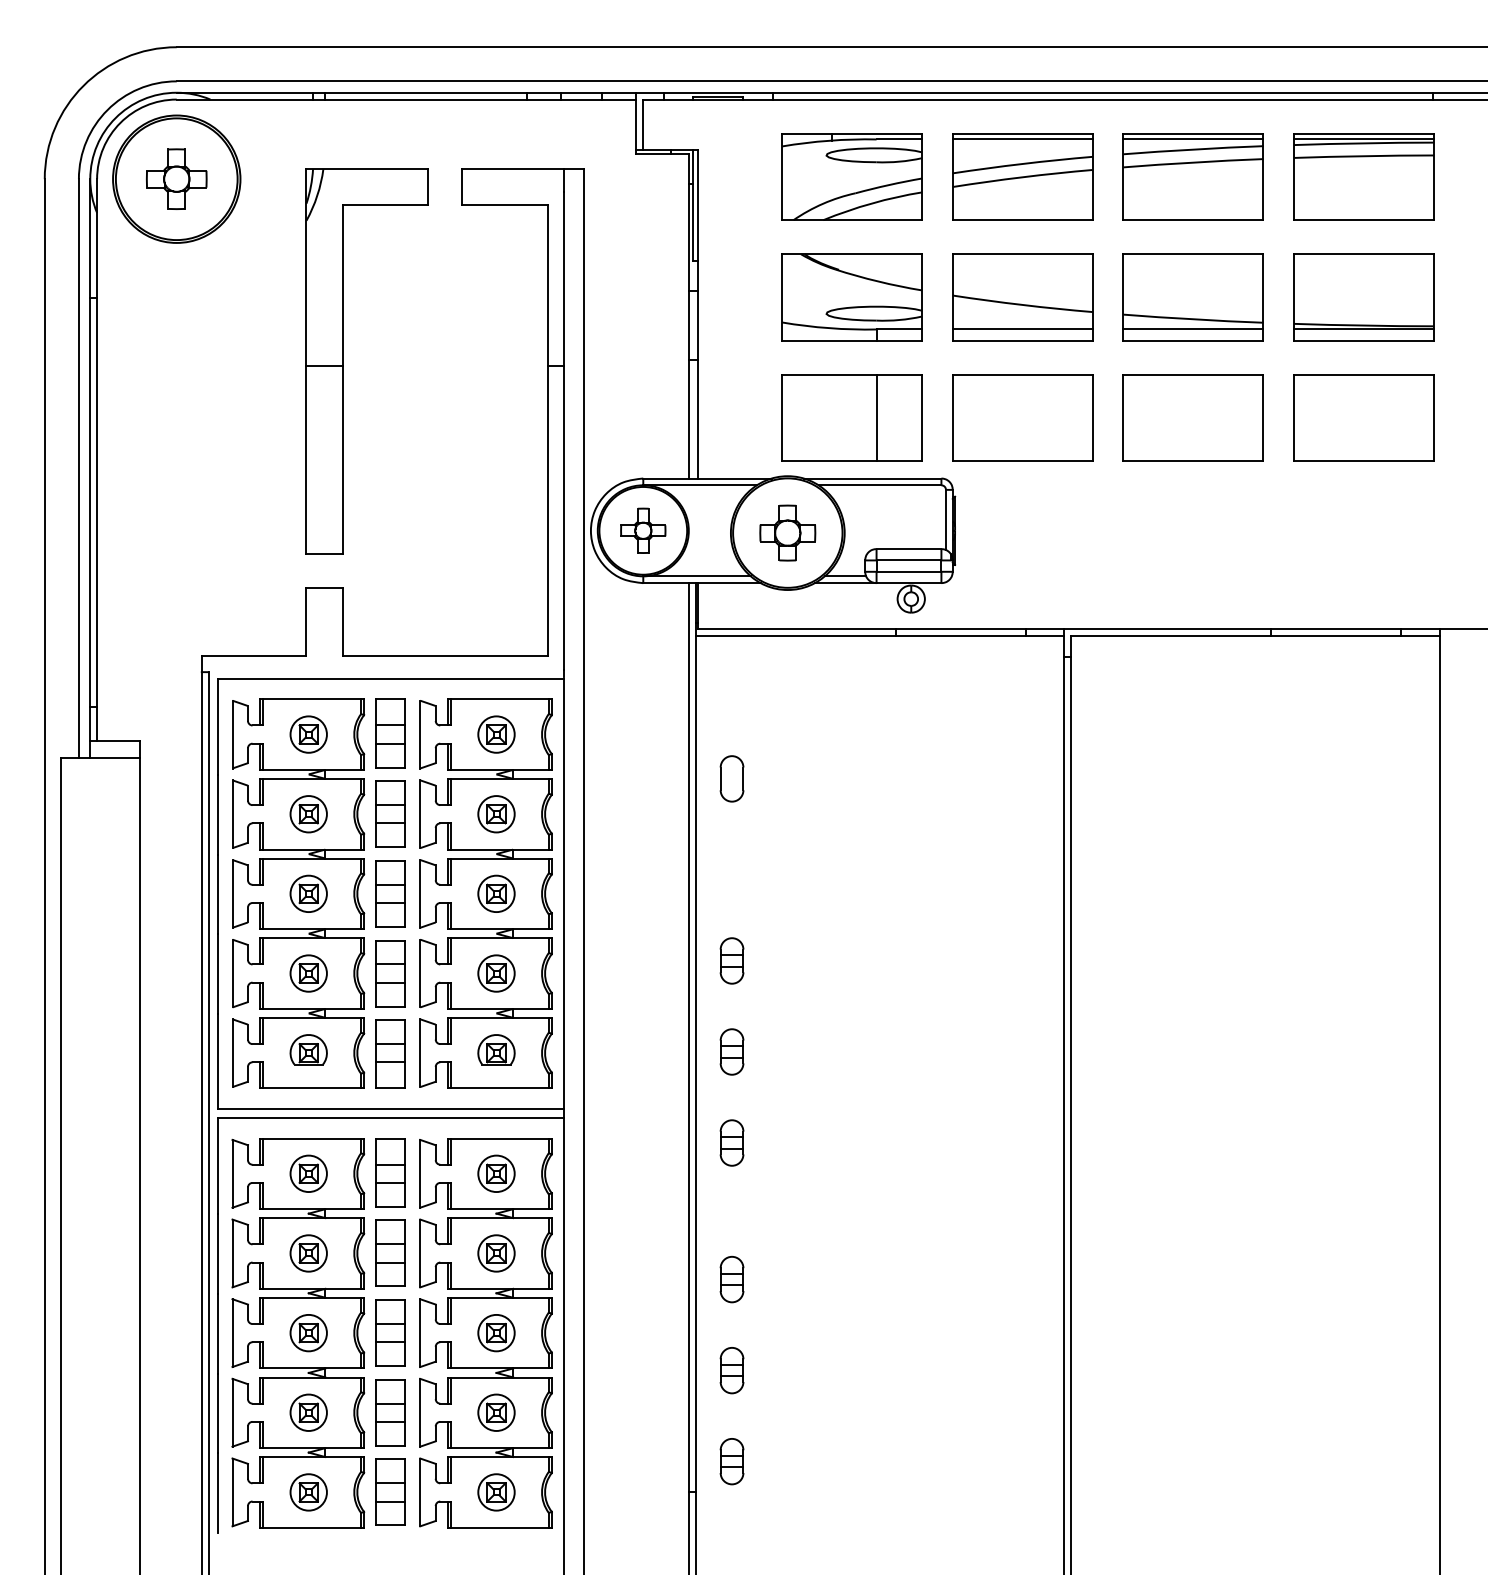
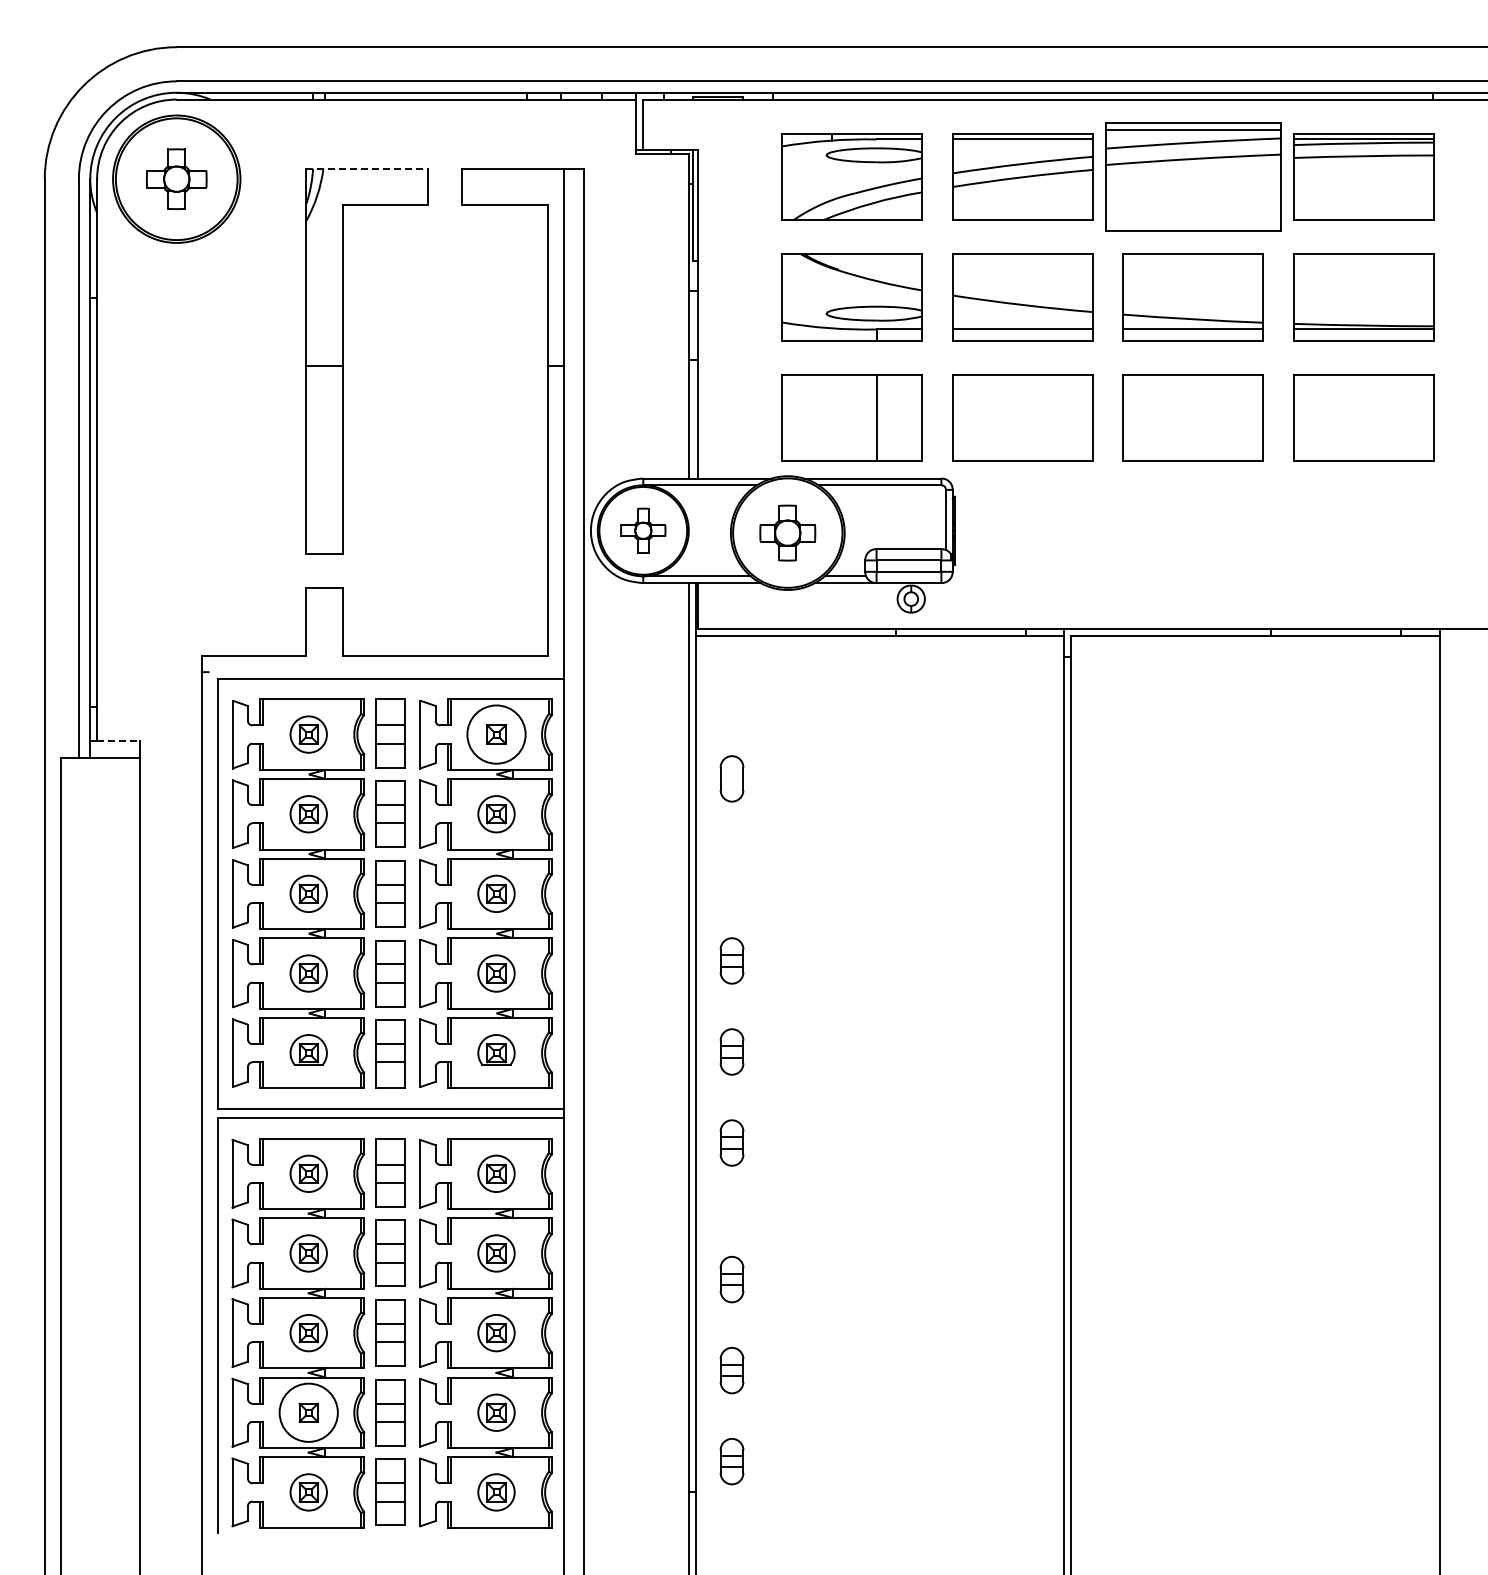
line at (367, 169): solid -> dashed
part at (1192, 176) size: 142x88 px -> 177x110 px
circle at (496, 734) diameter: 36 px -> 58 px
line at (118, 741): solid -> dashed
line at (208, 1121): present -> none
circle at (308, 1412) diameter: 36 px -> 58 px
